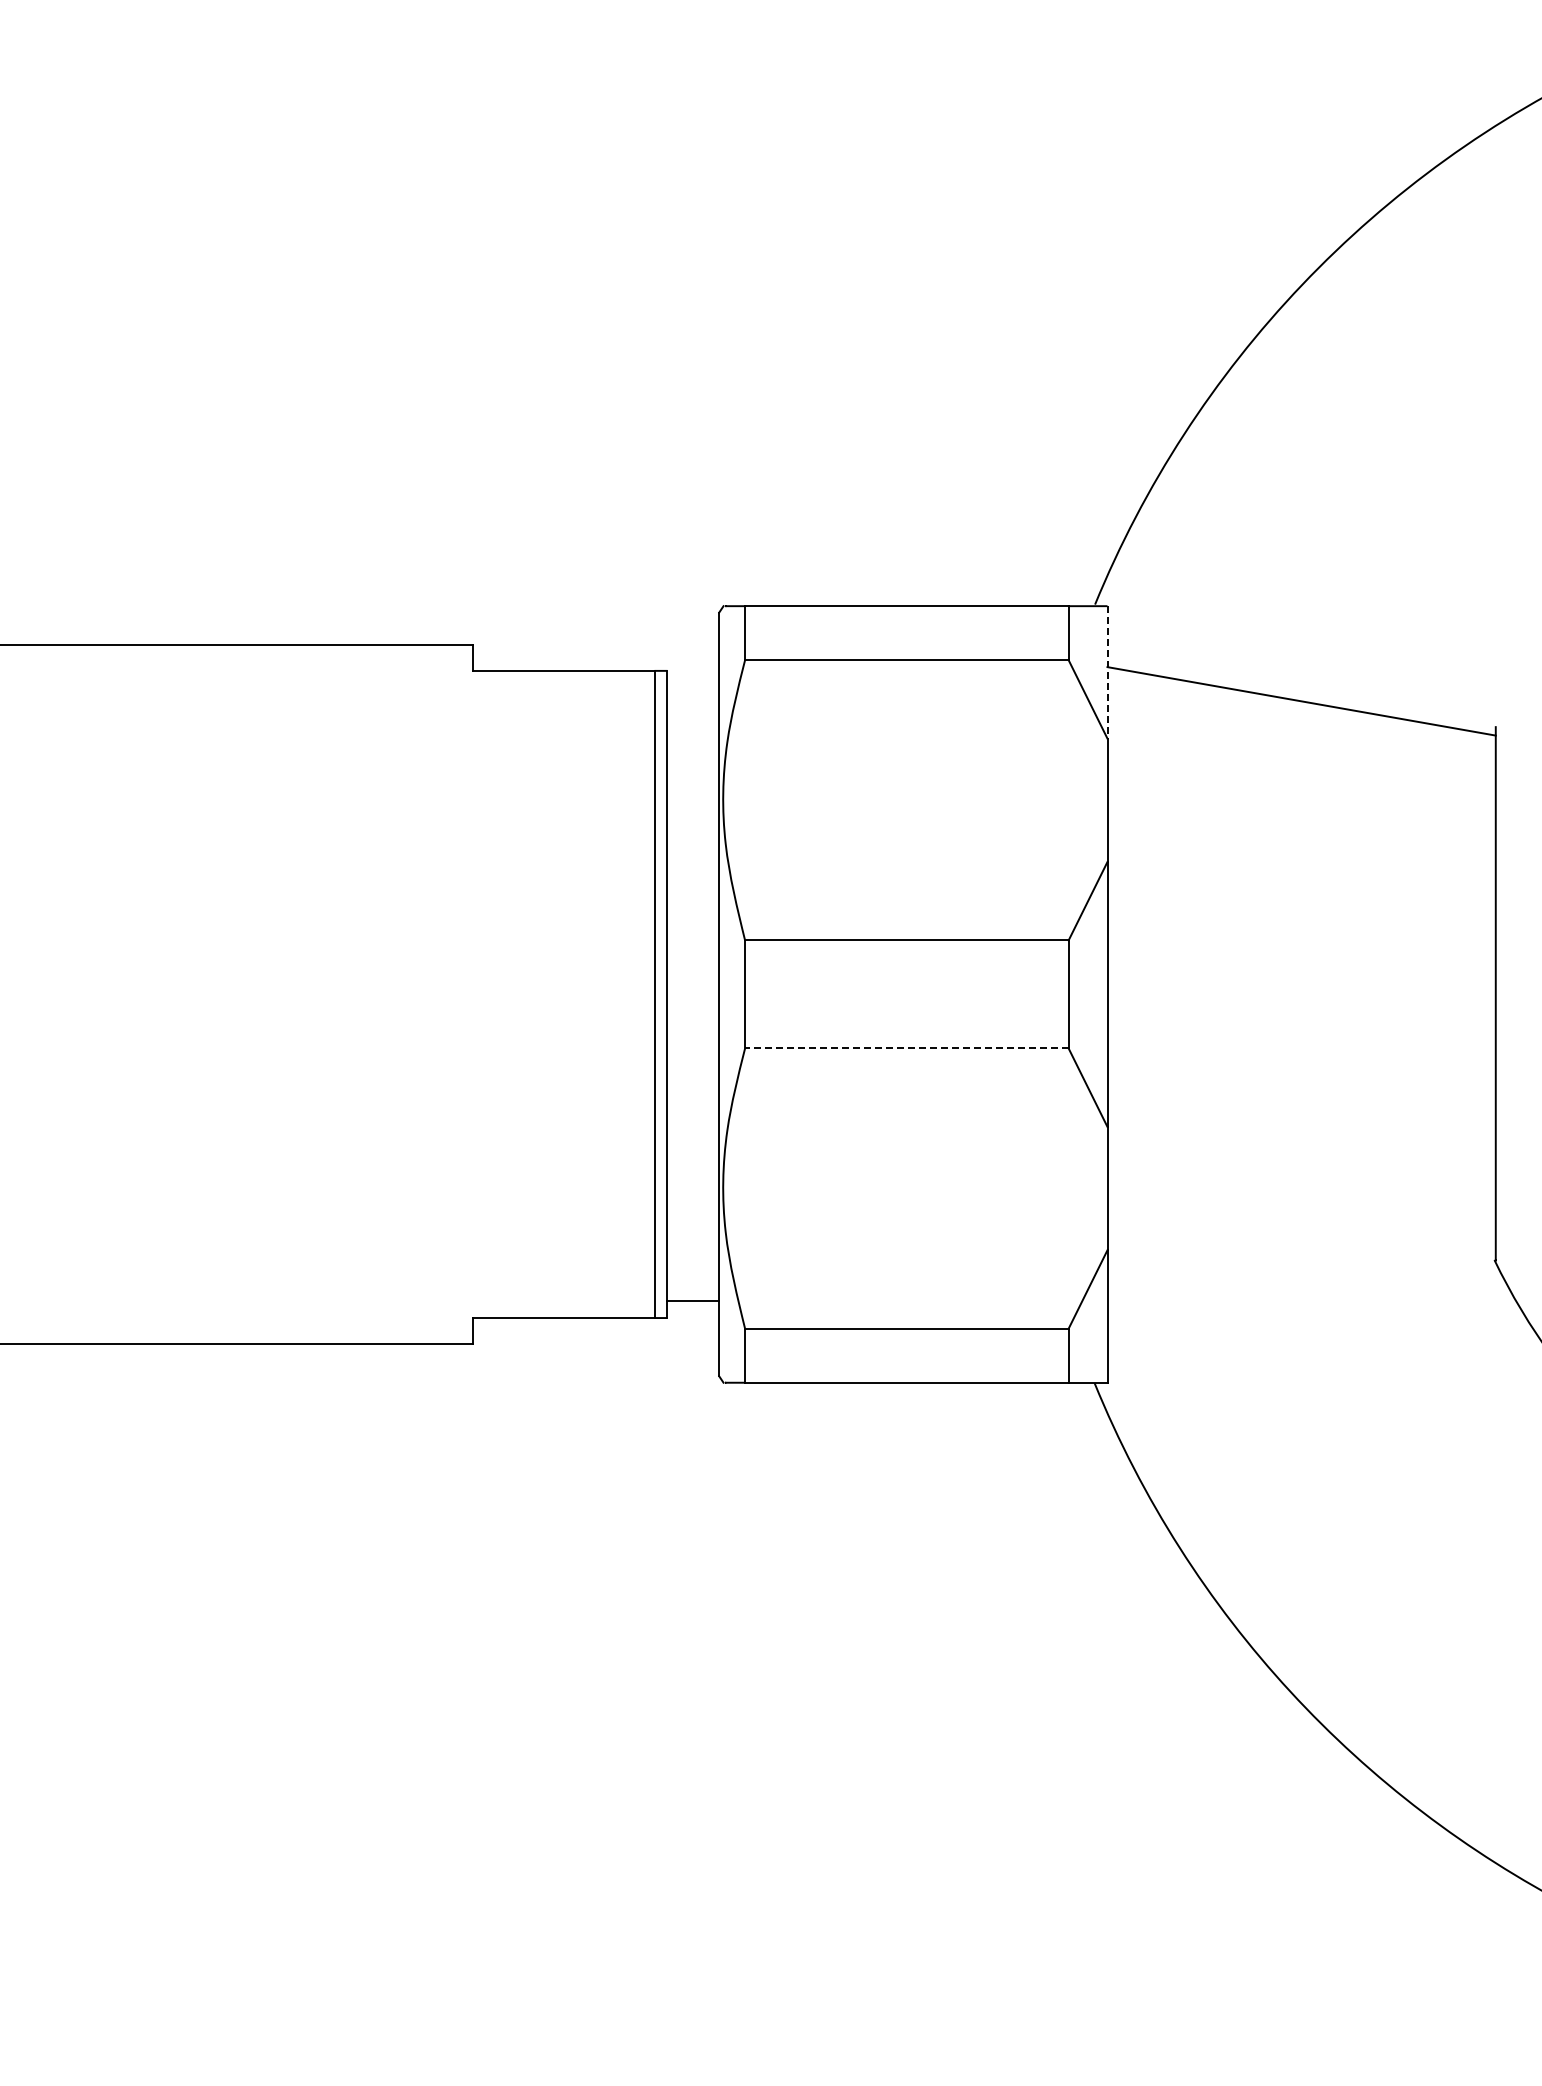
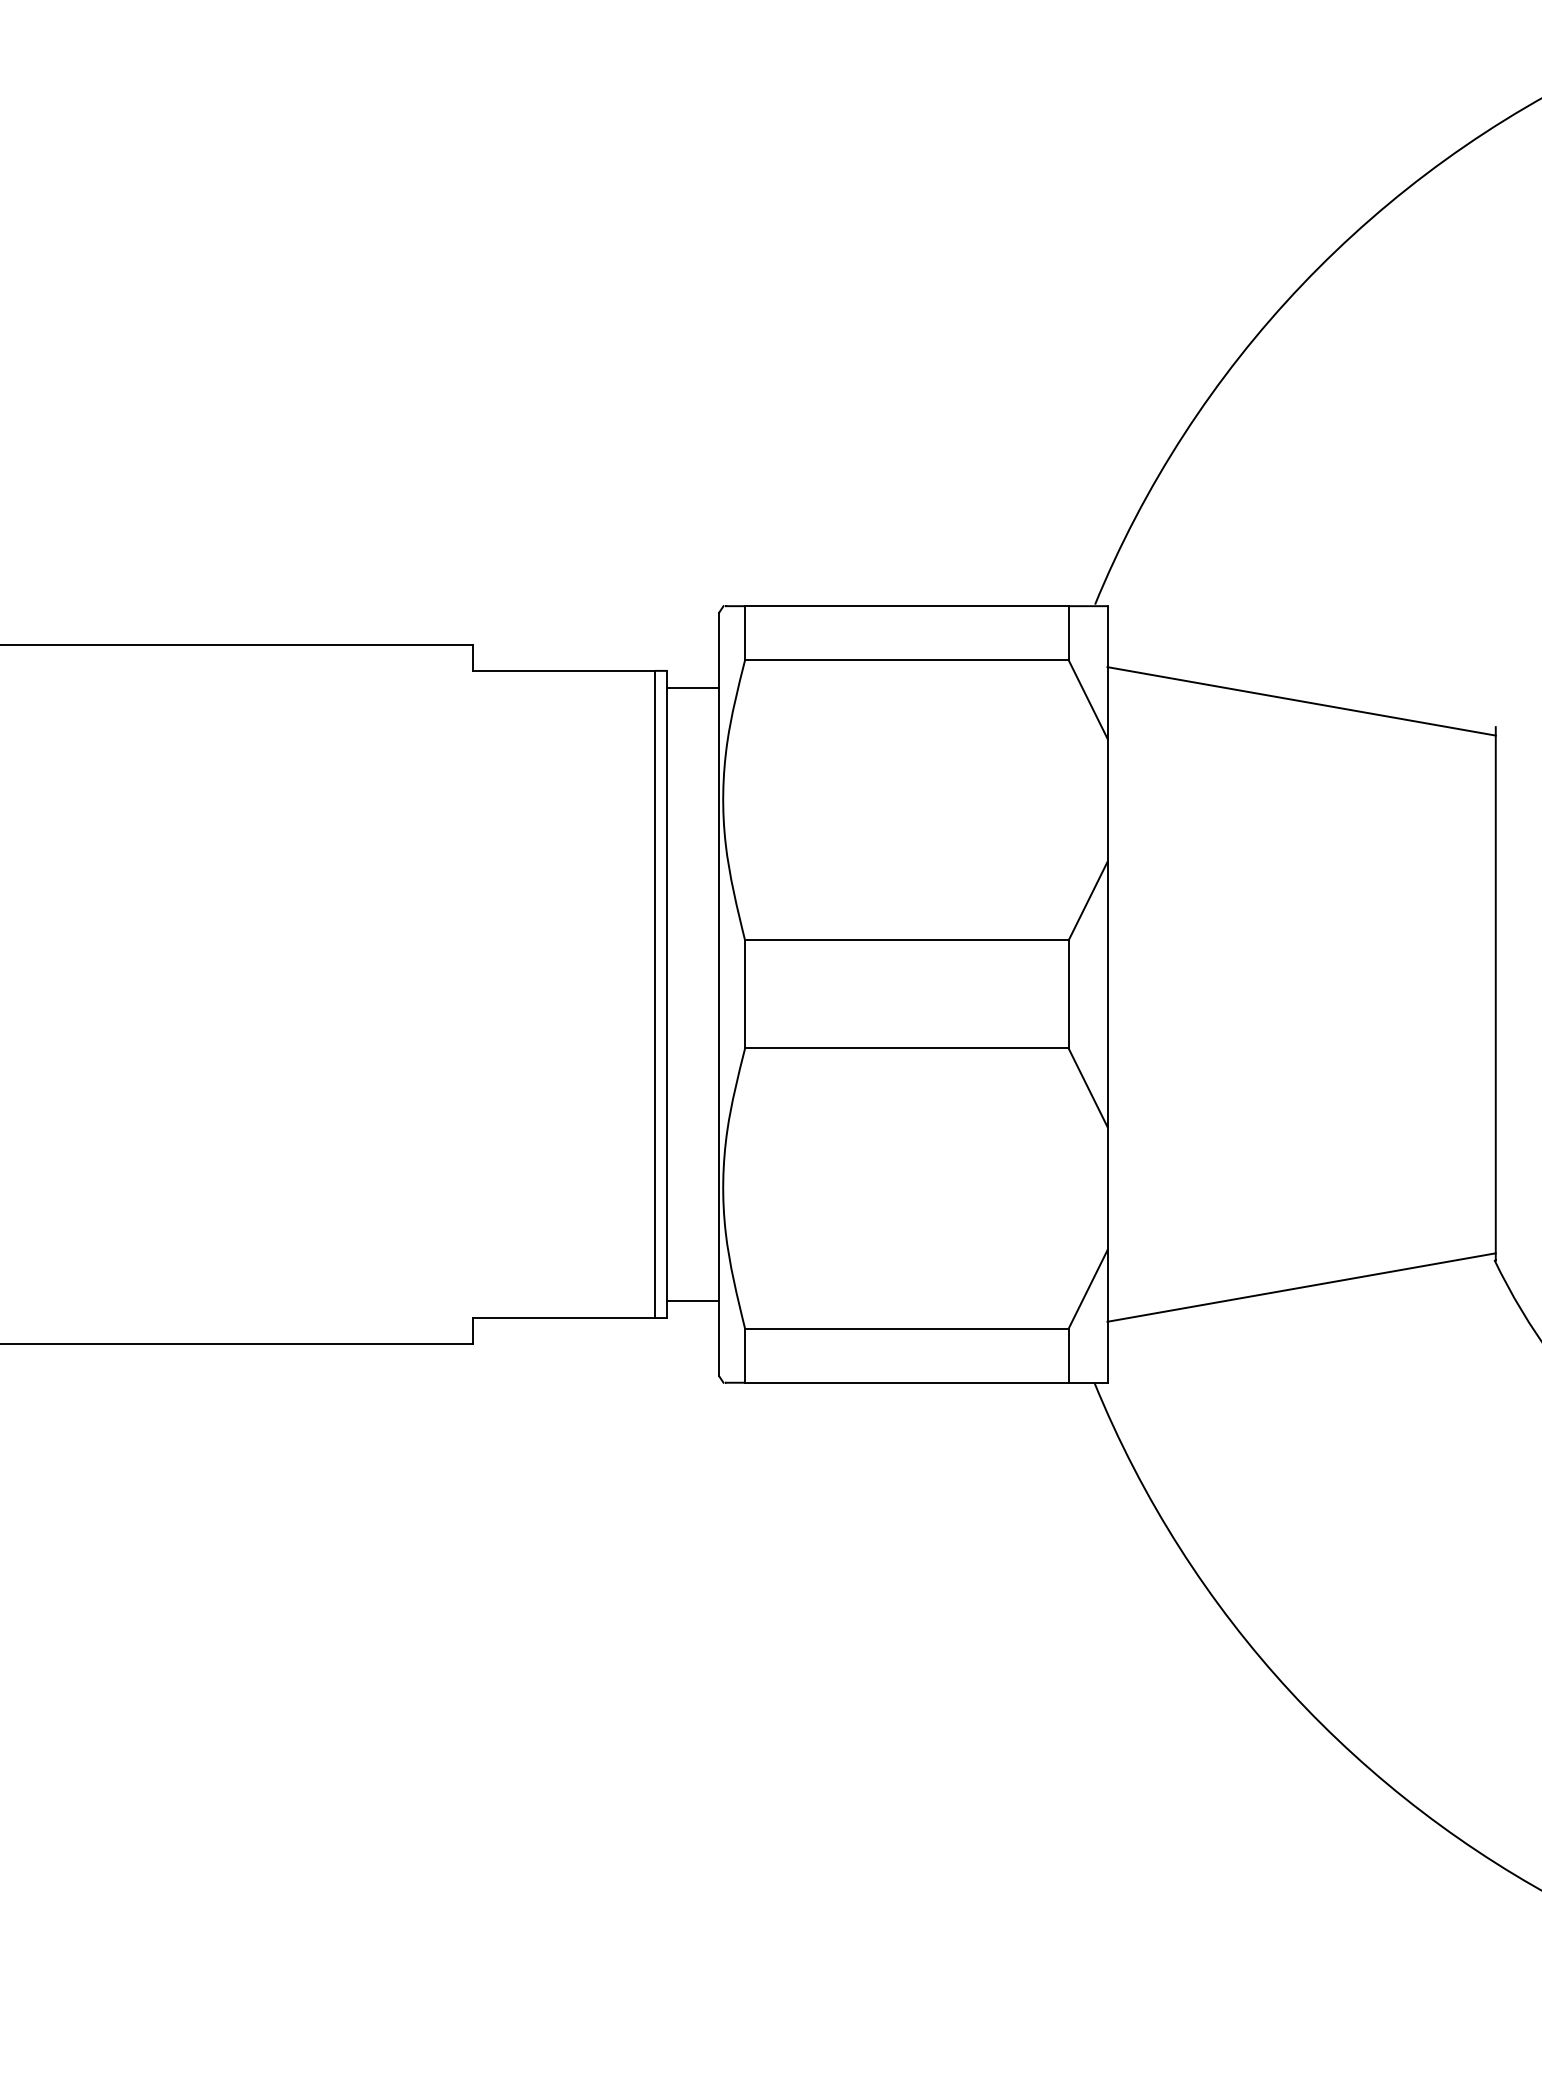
line at (1107, 672): dashed -> solid
line at (693, 687): none -> present
line at (906, 1048): dashed -> solid
line at (1301, 1287): none -> present
